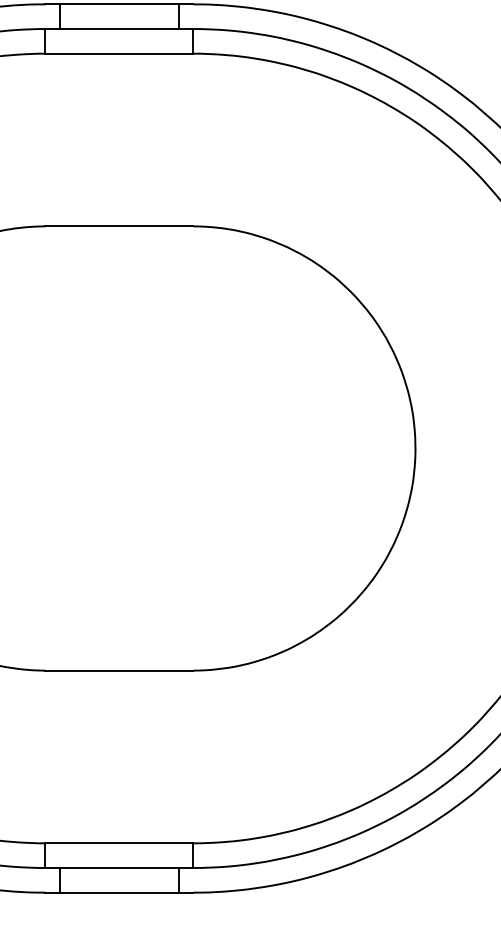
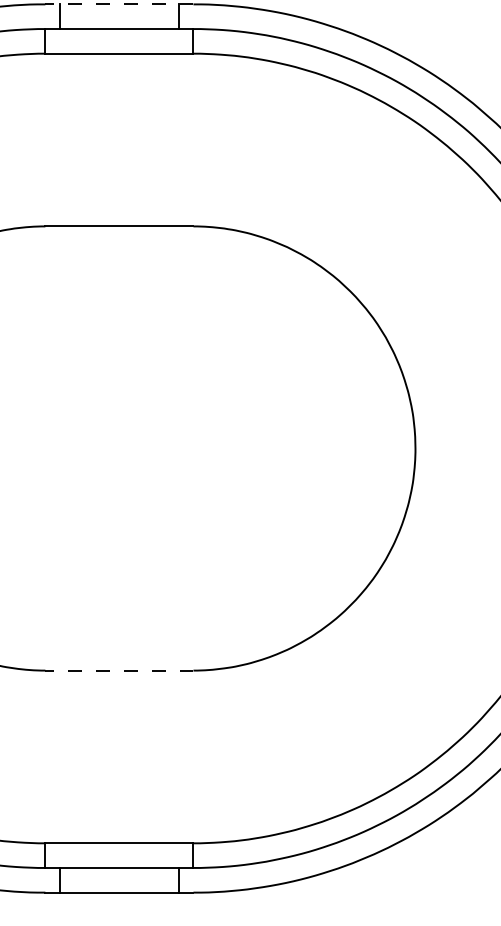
line at (118, 4): solid -> dashed
line at (118, 670): solid -> dashed
